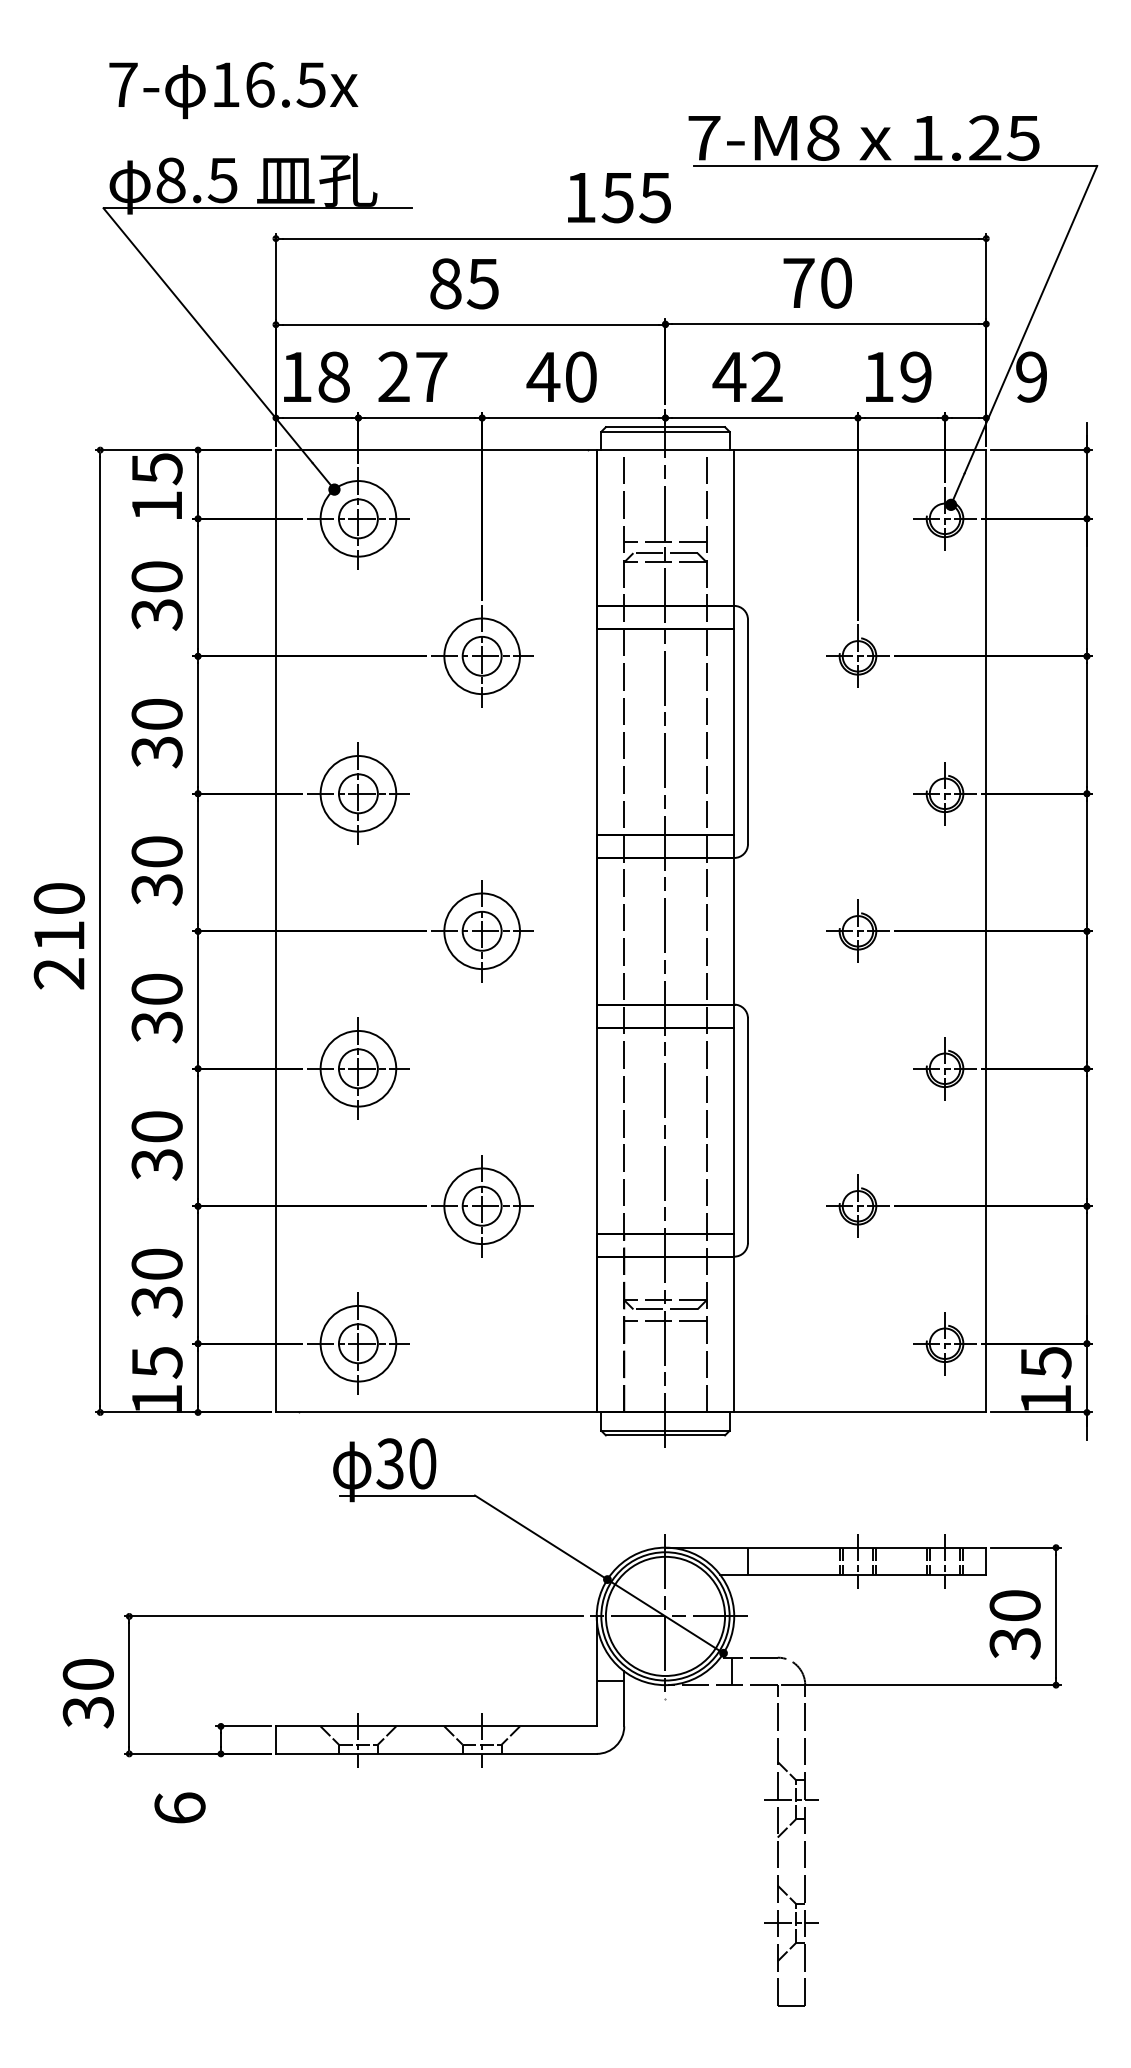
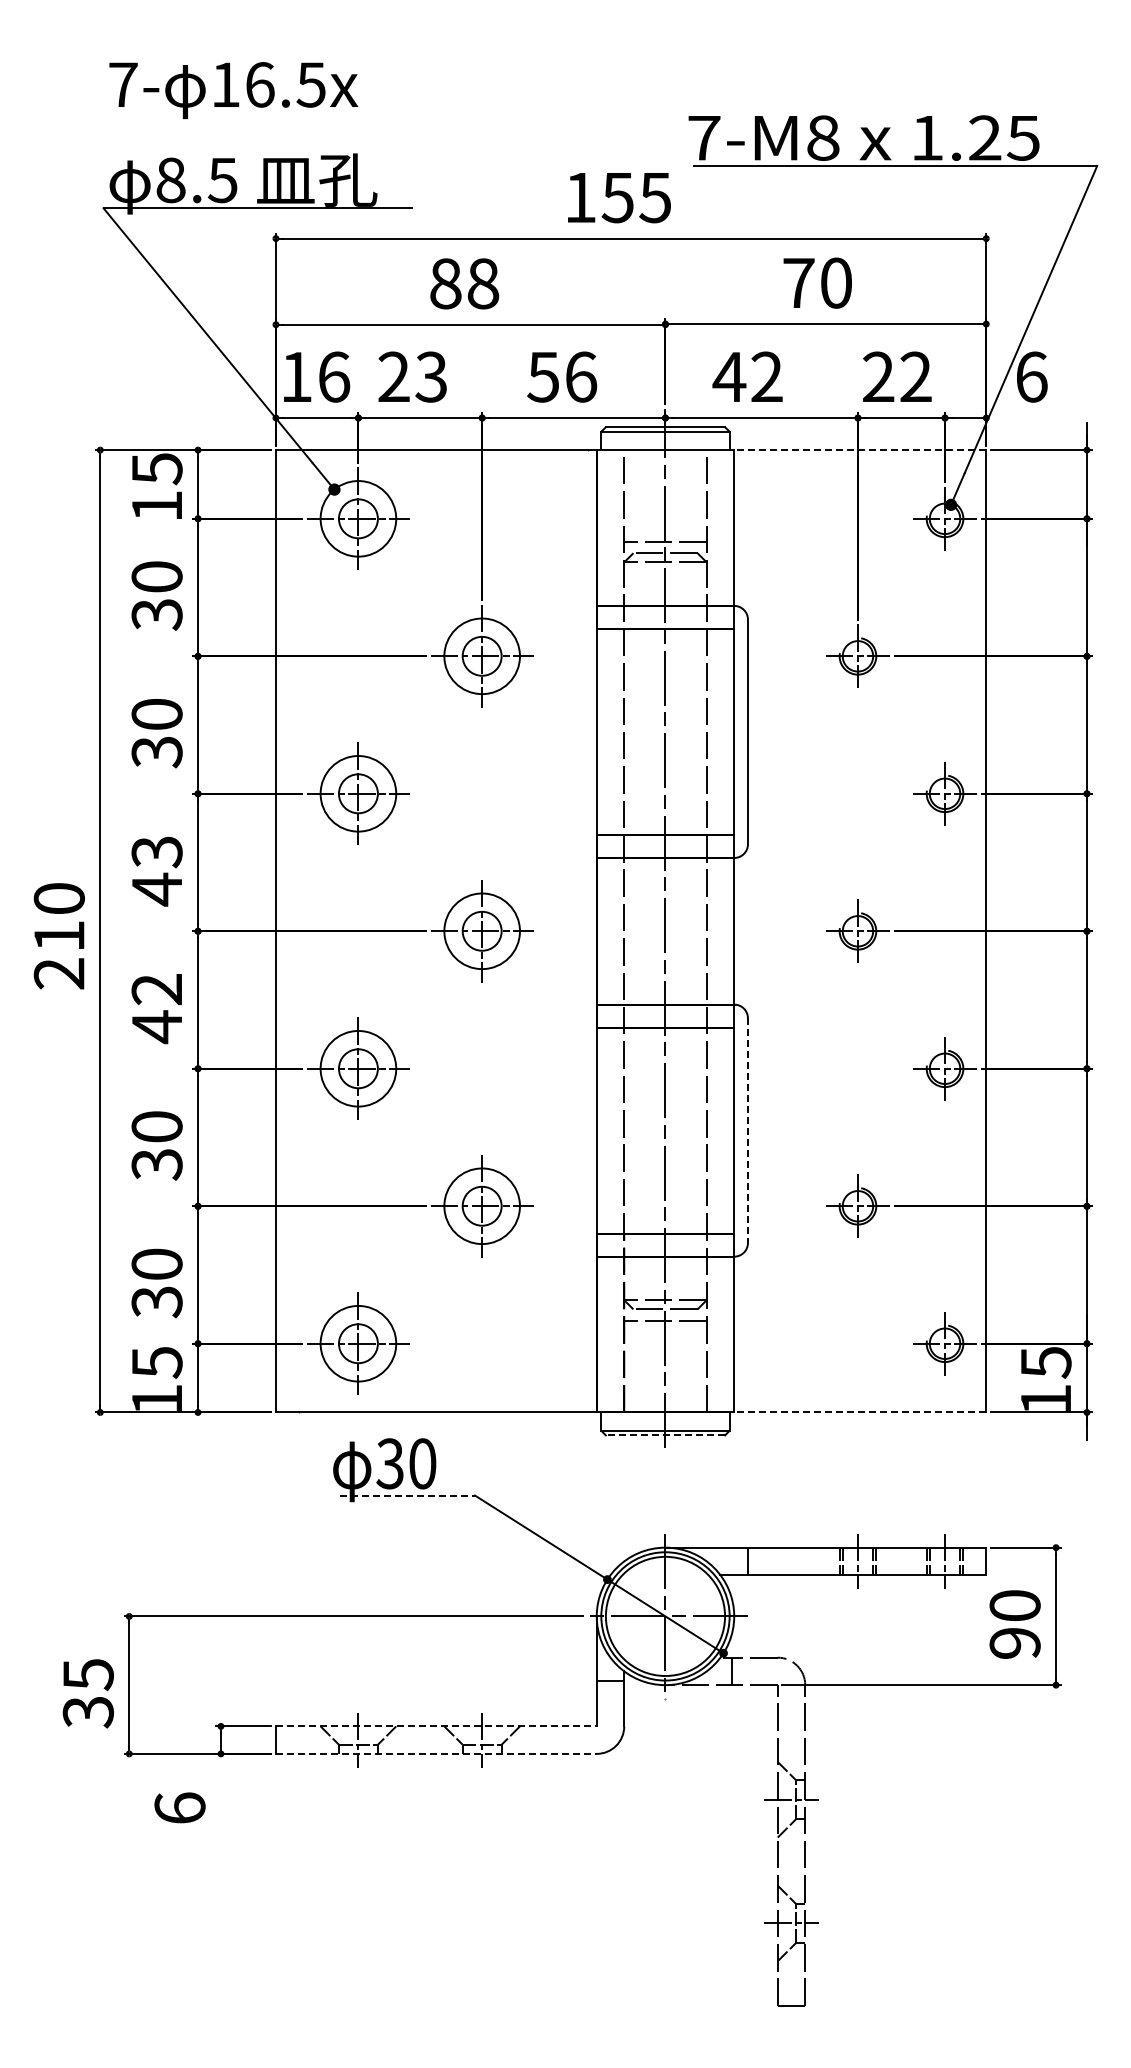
text at (482, 283): 85 -> 88
text at (334, 376): 18 -> 16
text at (431, 376): 27 -> 23
text at (561, 376): 40 -> 56
text at (897, 376): 19 -> 22
text at (1031, 376): 9 -> 6
line at (859, 450): solid -> dashed
text at (156, 871): 30 -> 43
text at (156, 1008): 30 -> 42
line at (747, 1131): solid -> dashed
line at (859, 1412): solid -> dashed
line at (665, 1435): solid -> dashed
line at (407, 1495): solid -> dashed
text at (1014, 1643): 30 -> 90
text at (87, 1675): 30 -> 35
line at (436, 1726): solid -> dashed
line at (436, 1753): solid -> dashed
